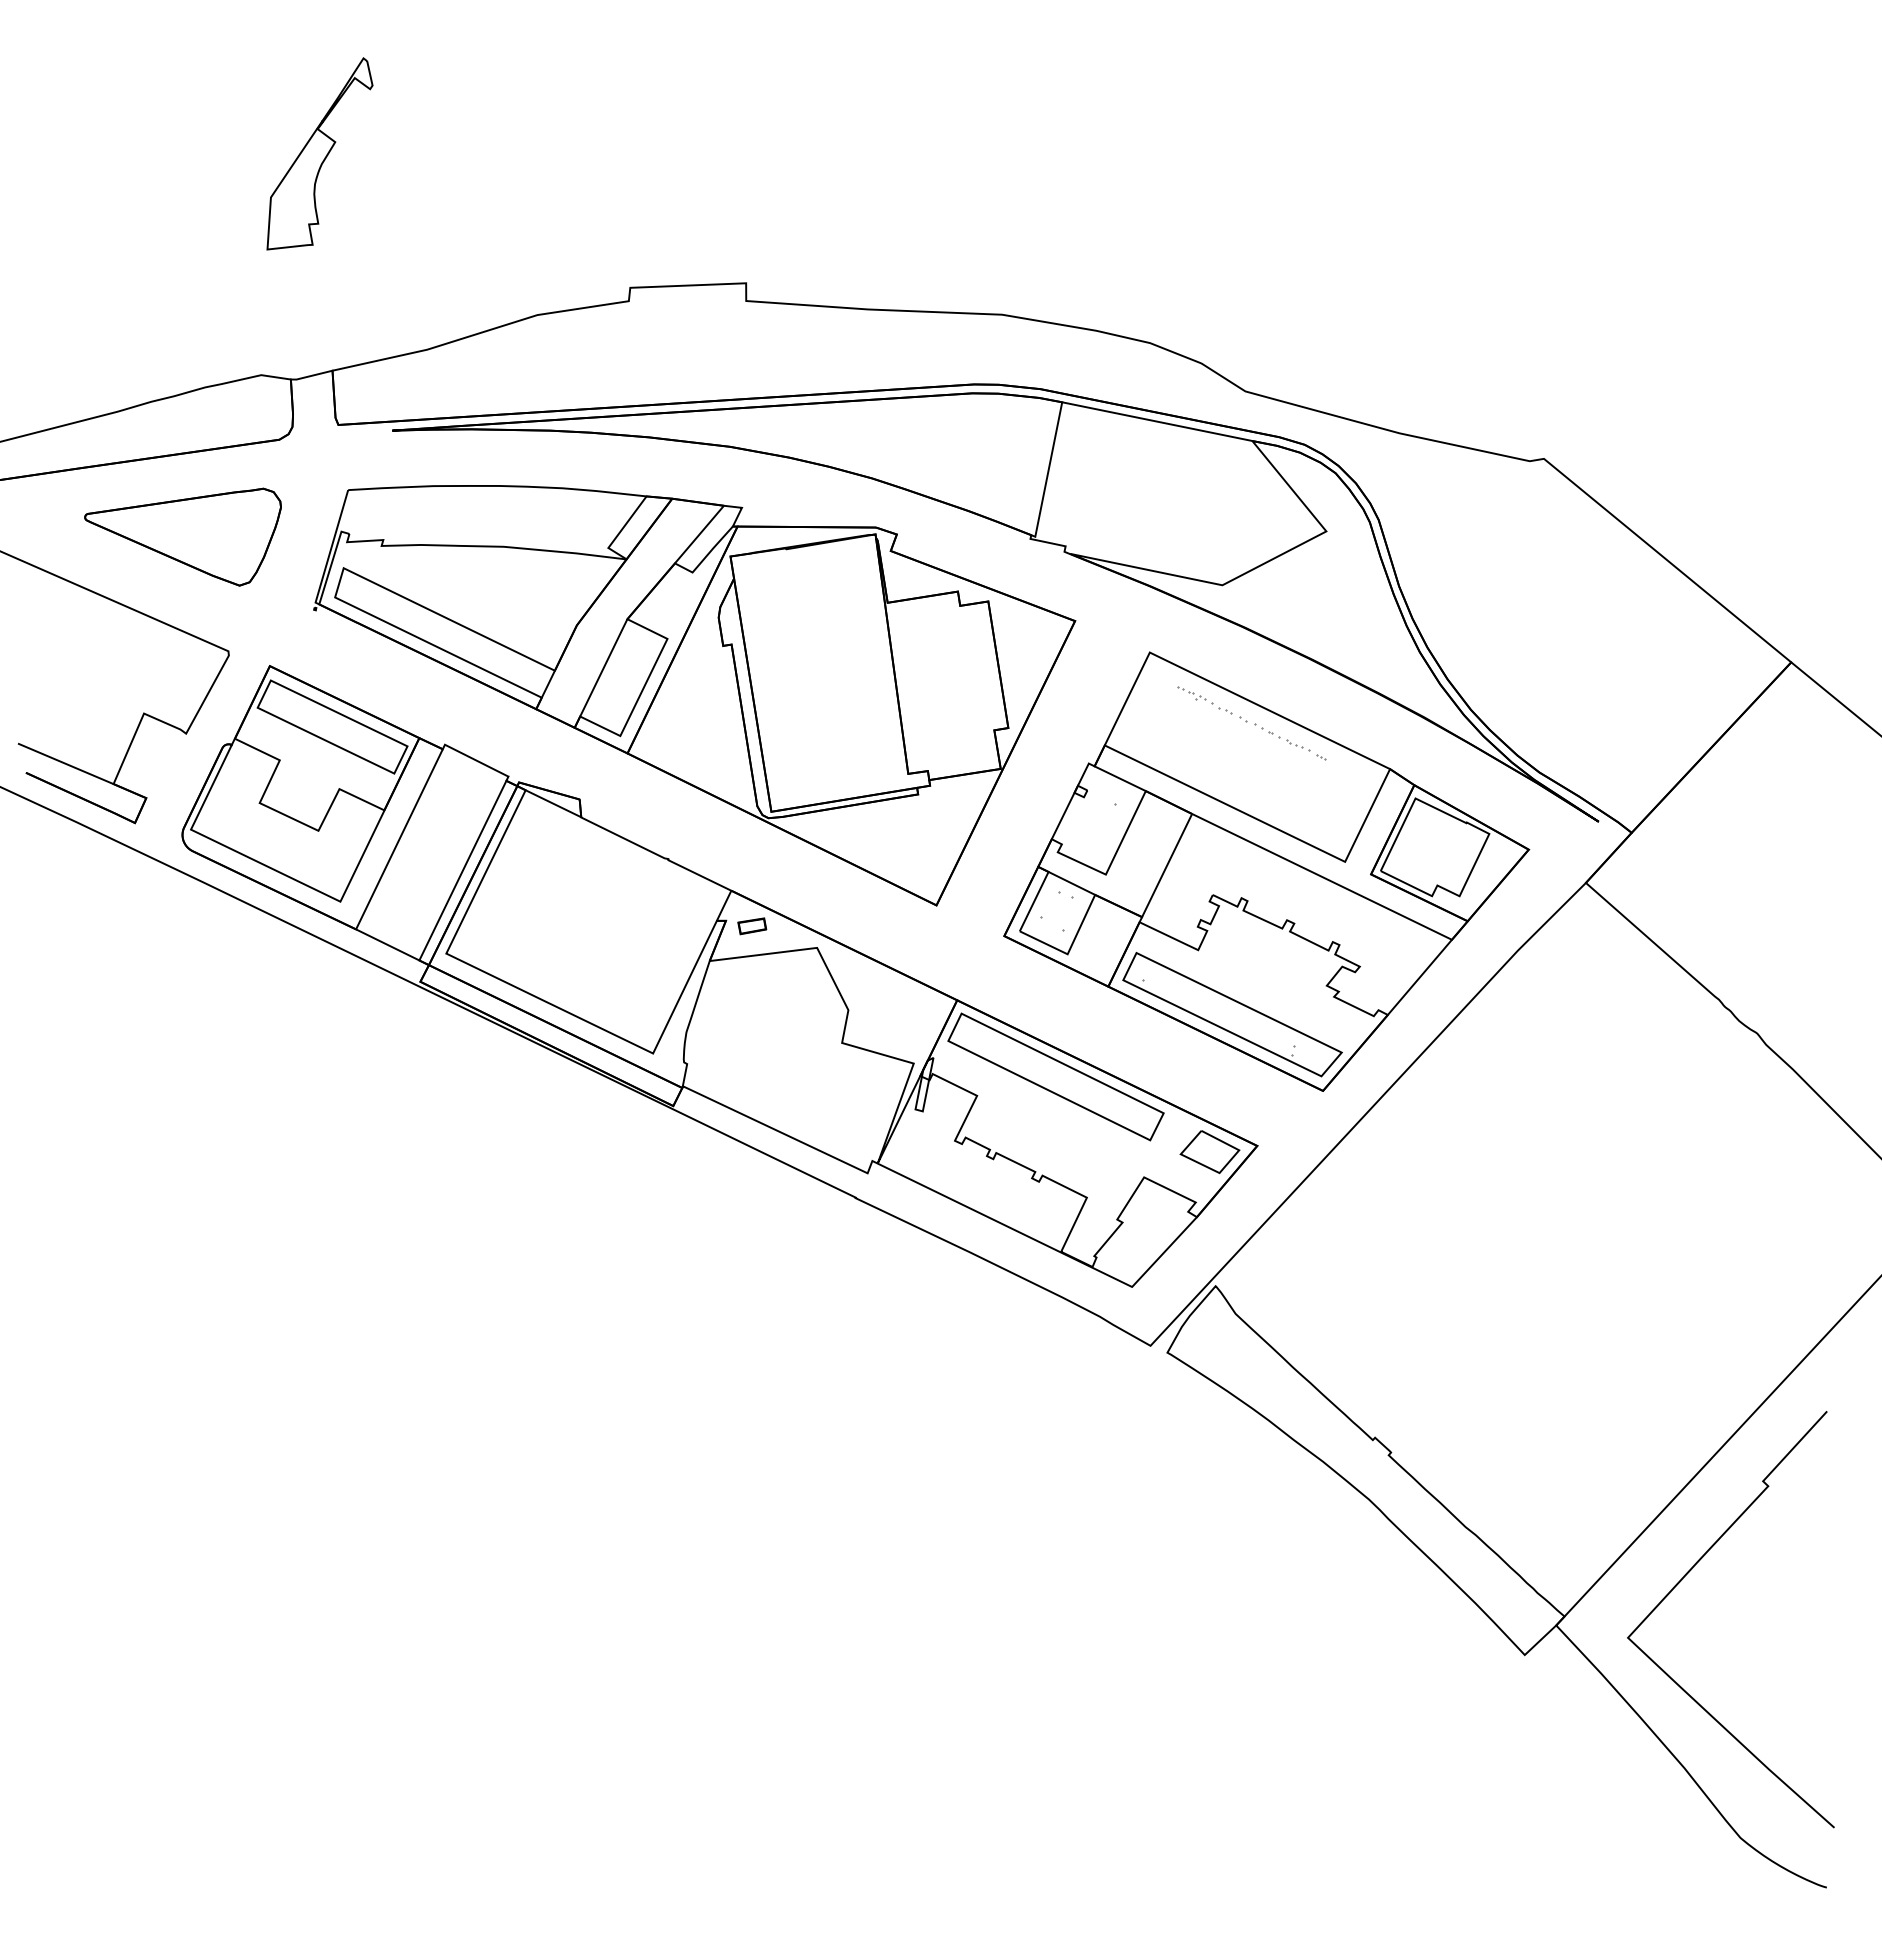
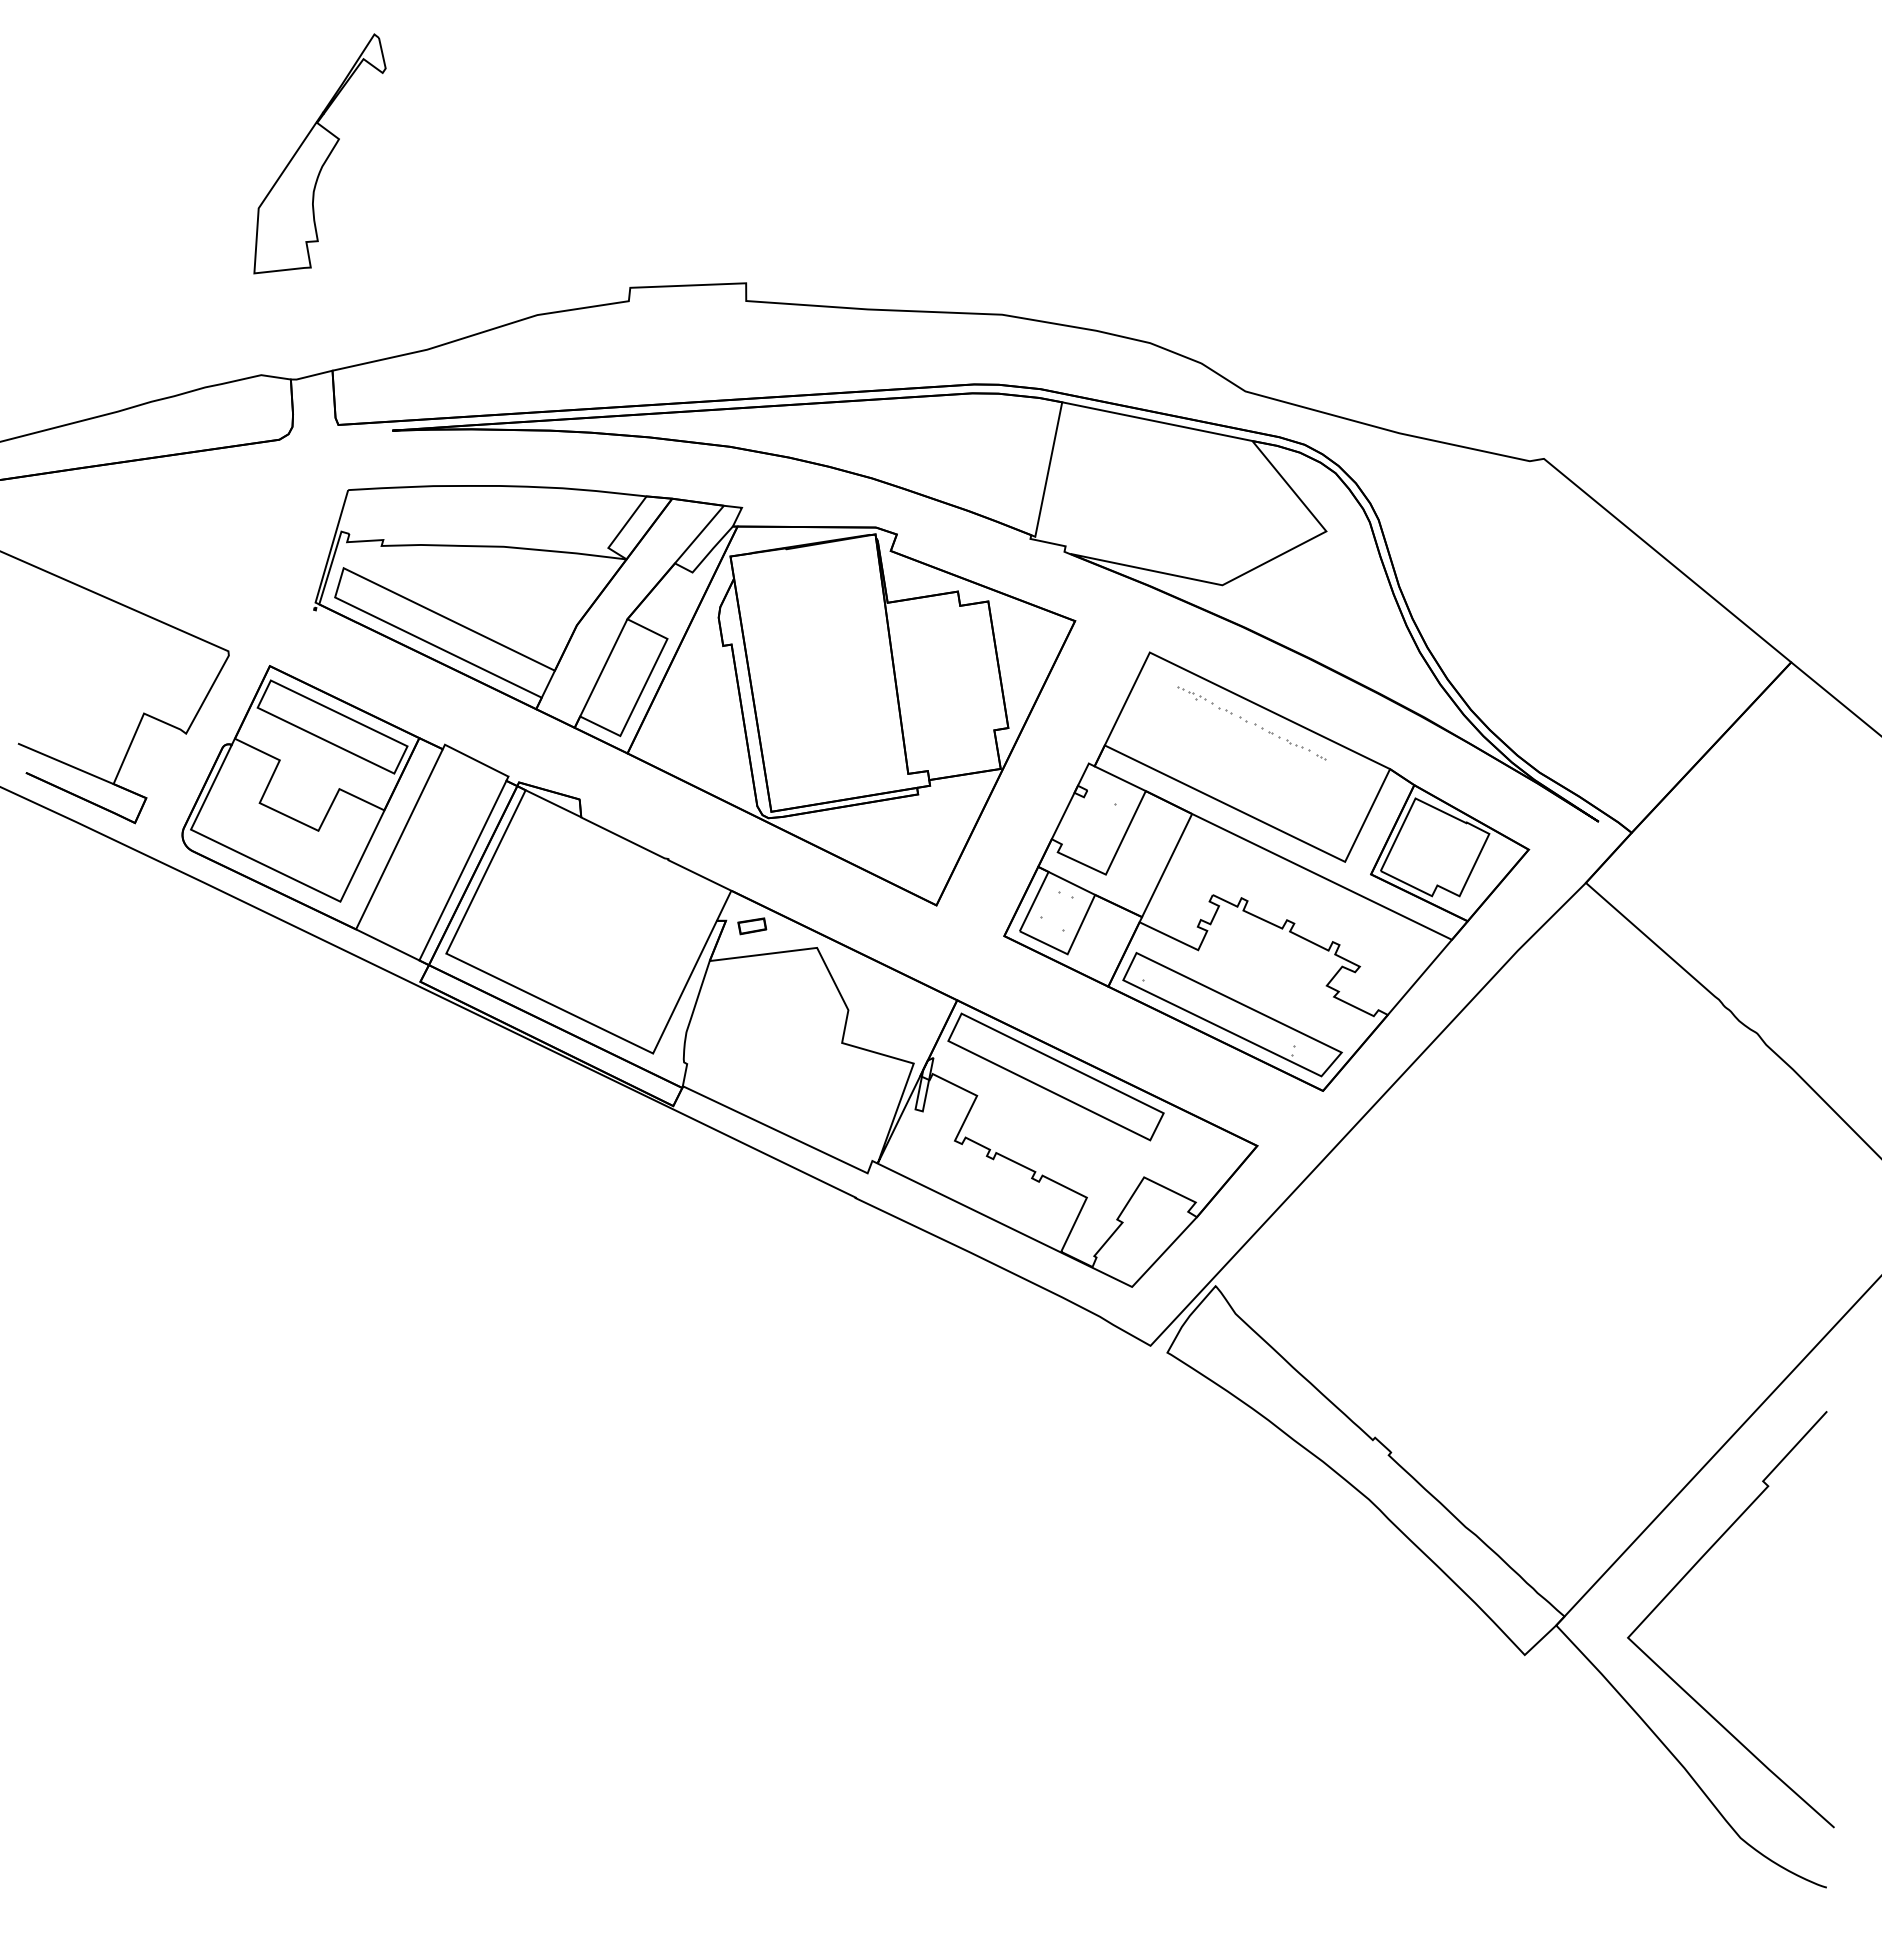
part at (319, 153) size: 108x194 px -> 134x242 px
part at (182, 536): present -> none
part at (1209, 1151): present -> none
